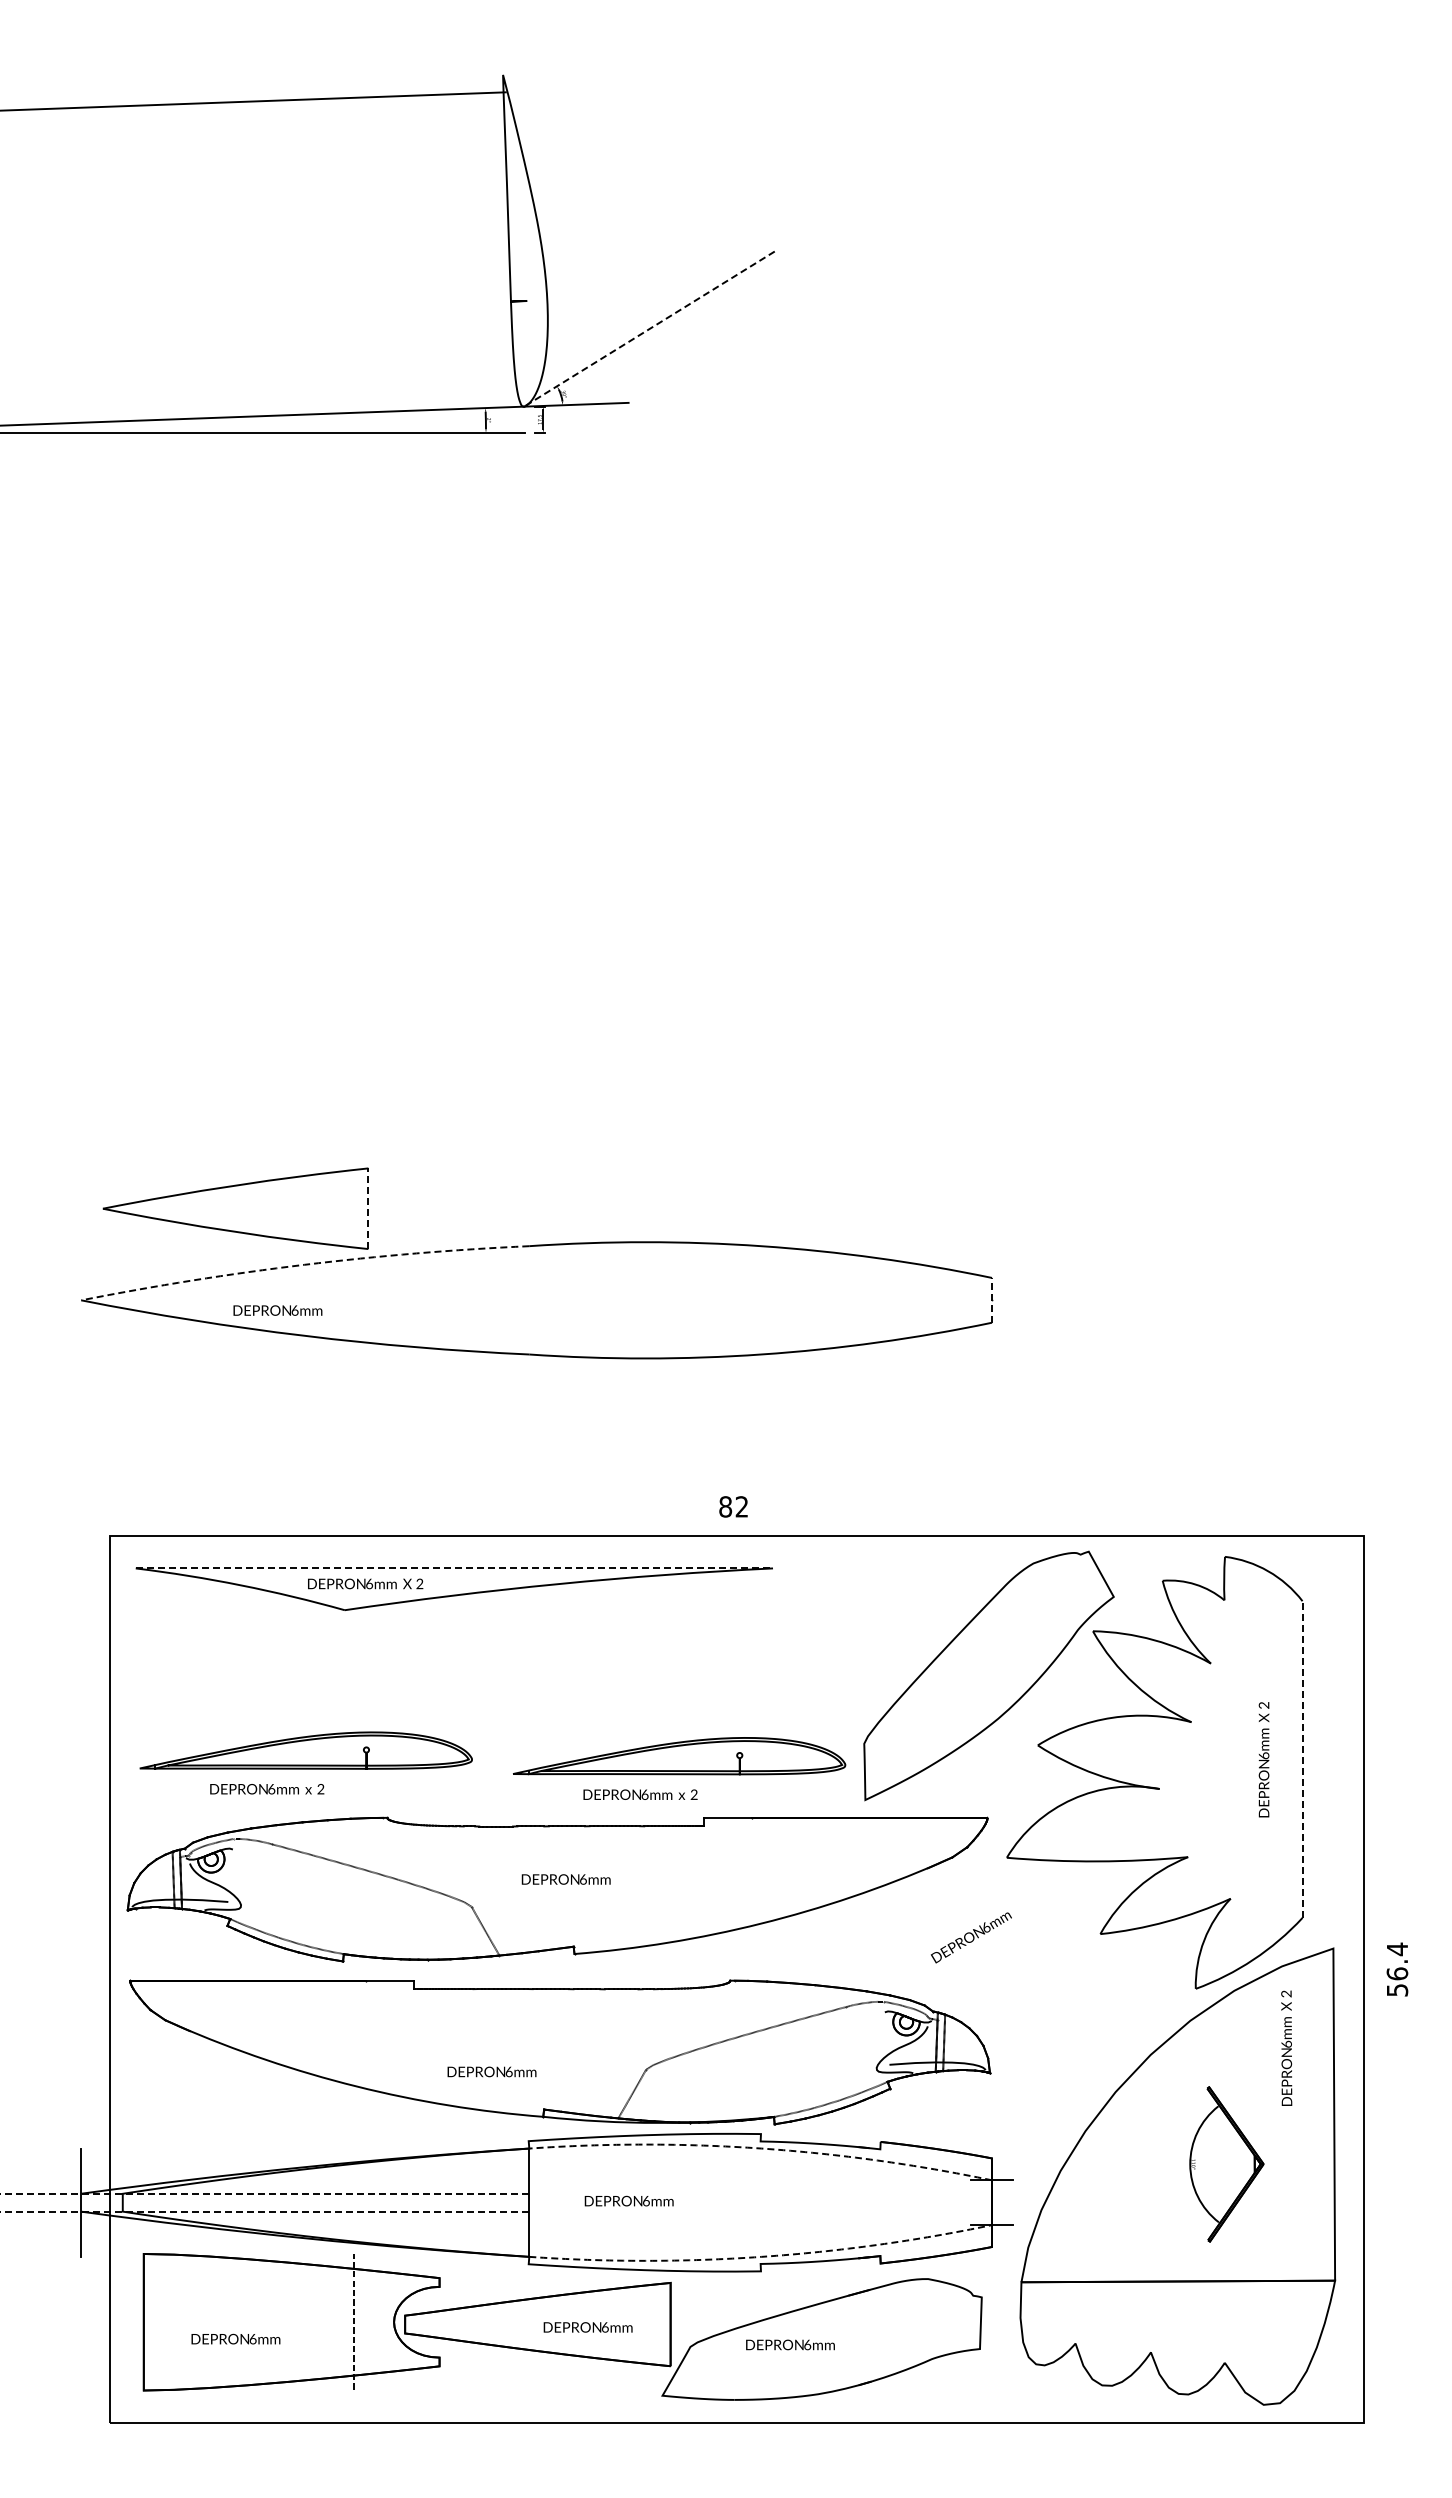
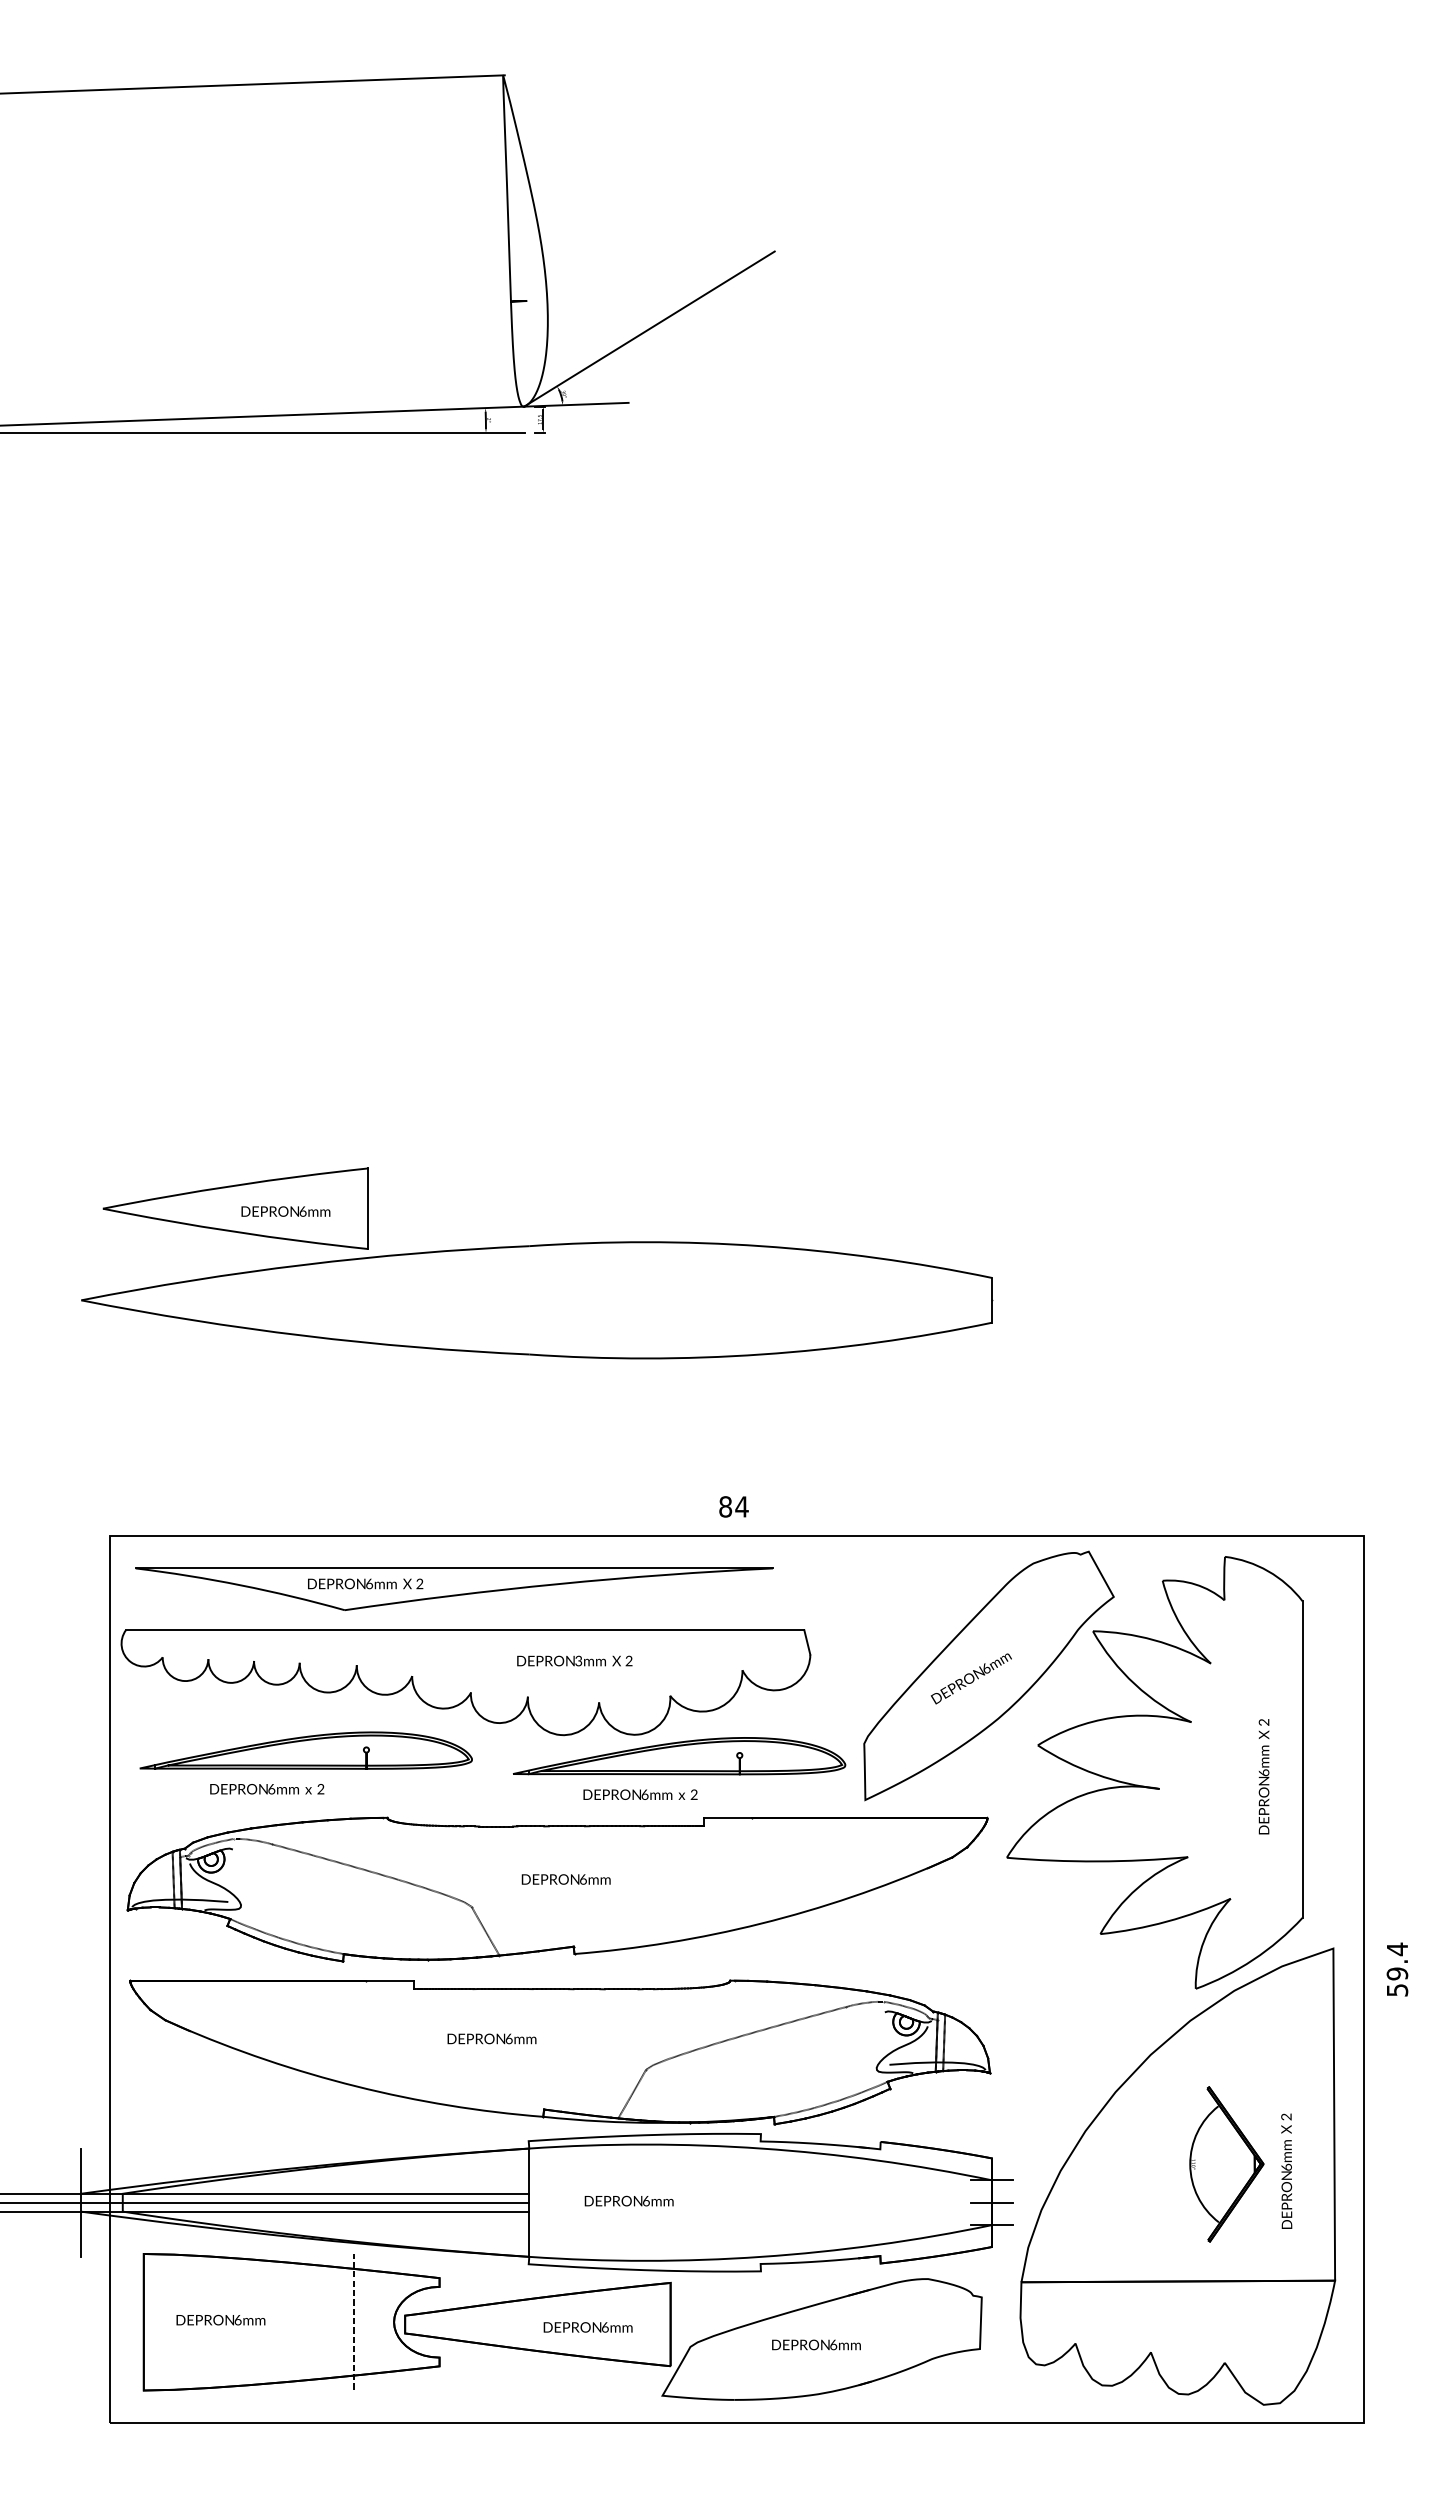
line at (253, 101) position: (253, 101) -> (253, 84)
line at (649, 329): dashed -> solid
line at (368, 1208): dashed -> solid
arc at (304, 1264): dashed -> solid
line at (992, 1299): dashed -> solid
text at (277, 1310) position: (277, 1310) -> (285, 1211)
text at (741, 1506): 82 -> 84
line at (454, 1568): dashed -> solid
part at (465, 1682): none -> present
text at (1263, 1759) position: (1263, 1759) -> (1263, 1776)
line at (1302, 1759): dashed -> solid
text at (970, 1937) position: (970, 1937) -> (970, 1678)
text at (1397, 1973): 56.4 -> 59.4
text at (1286, 2047) position: (1286, 2047) -> (1286, 2170)
text at (491, 2071) position: (491, 2071) -> (491, 2038)
arc at (761, 2148): dashed -> solid
line at (264, 2193): dashed -> solid
line at (265, 2202): none -> present
line at (991, 2202): none -> present
line at (264, 2211): dashed -> solid
arc at (761, 2256): dashed -> solid
text at (235, 2338) position: (235, 2338) -> (220, 2319)
text at (790, 2344) position: (790, 2344) -> (816, 2344)
